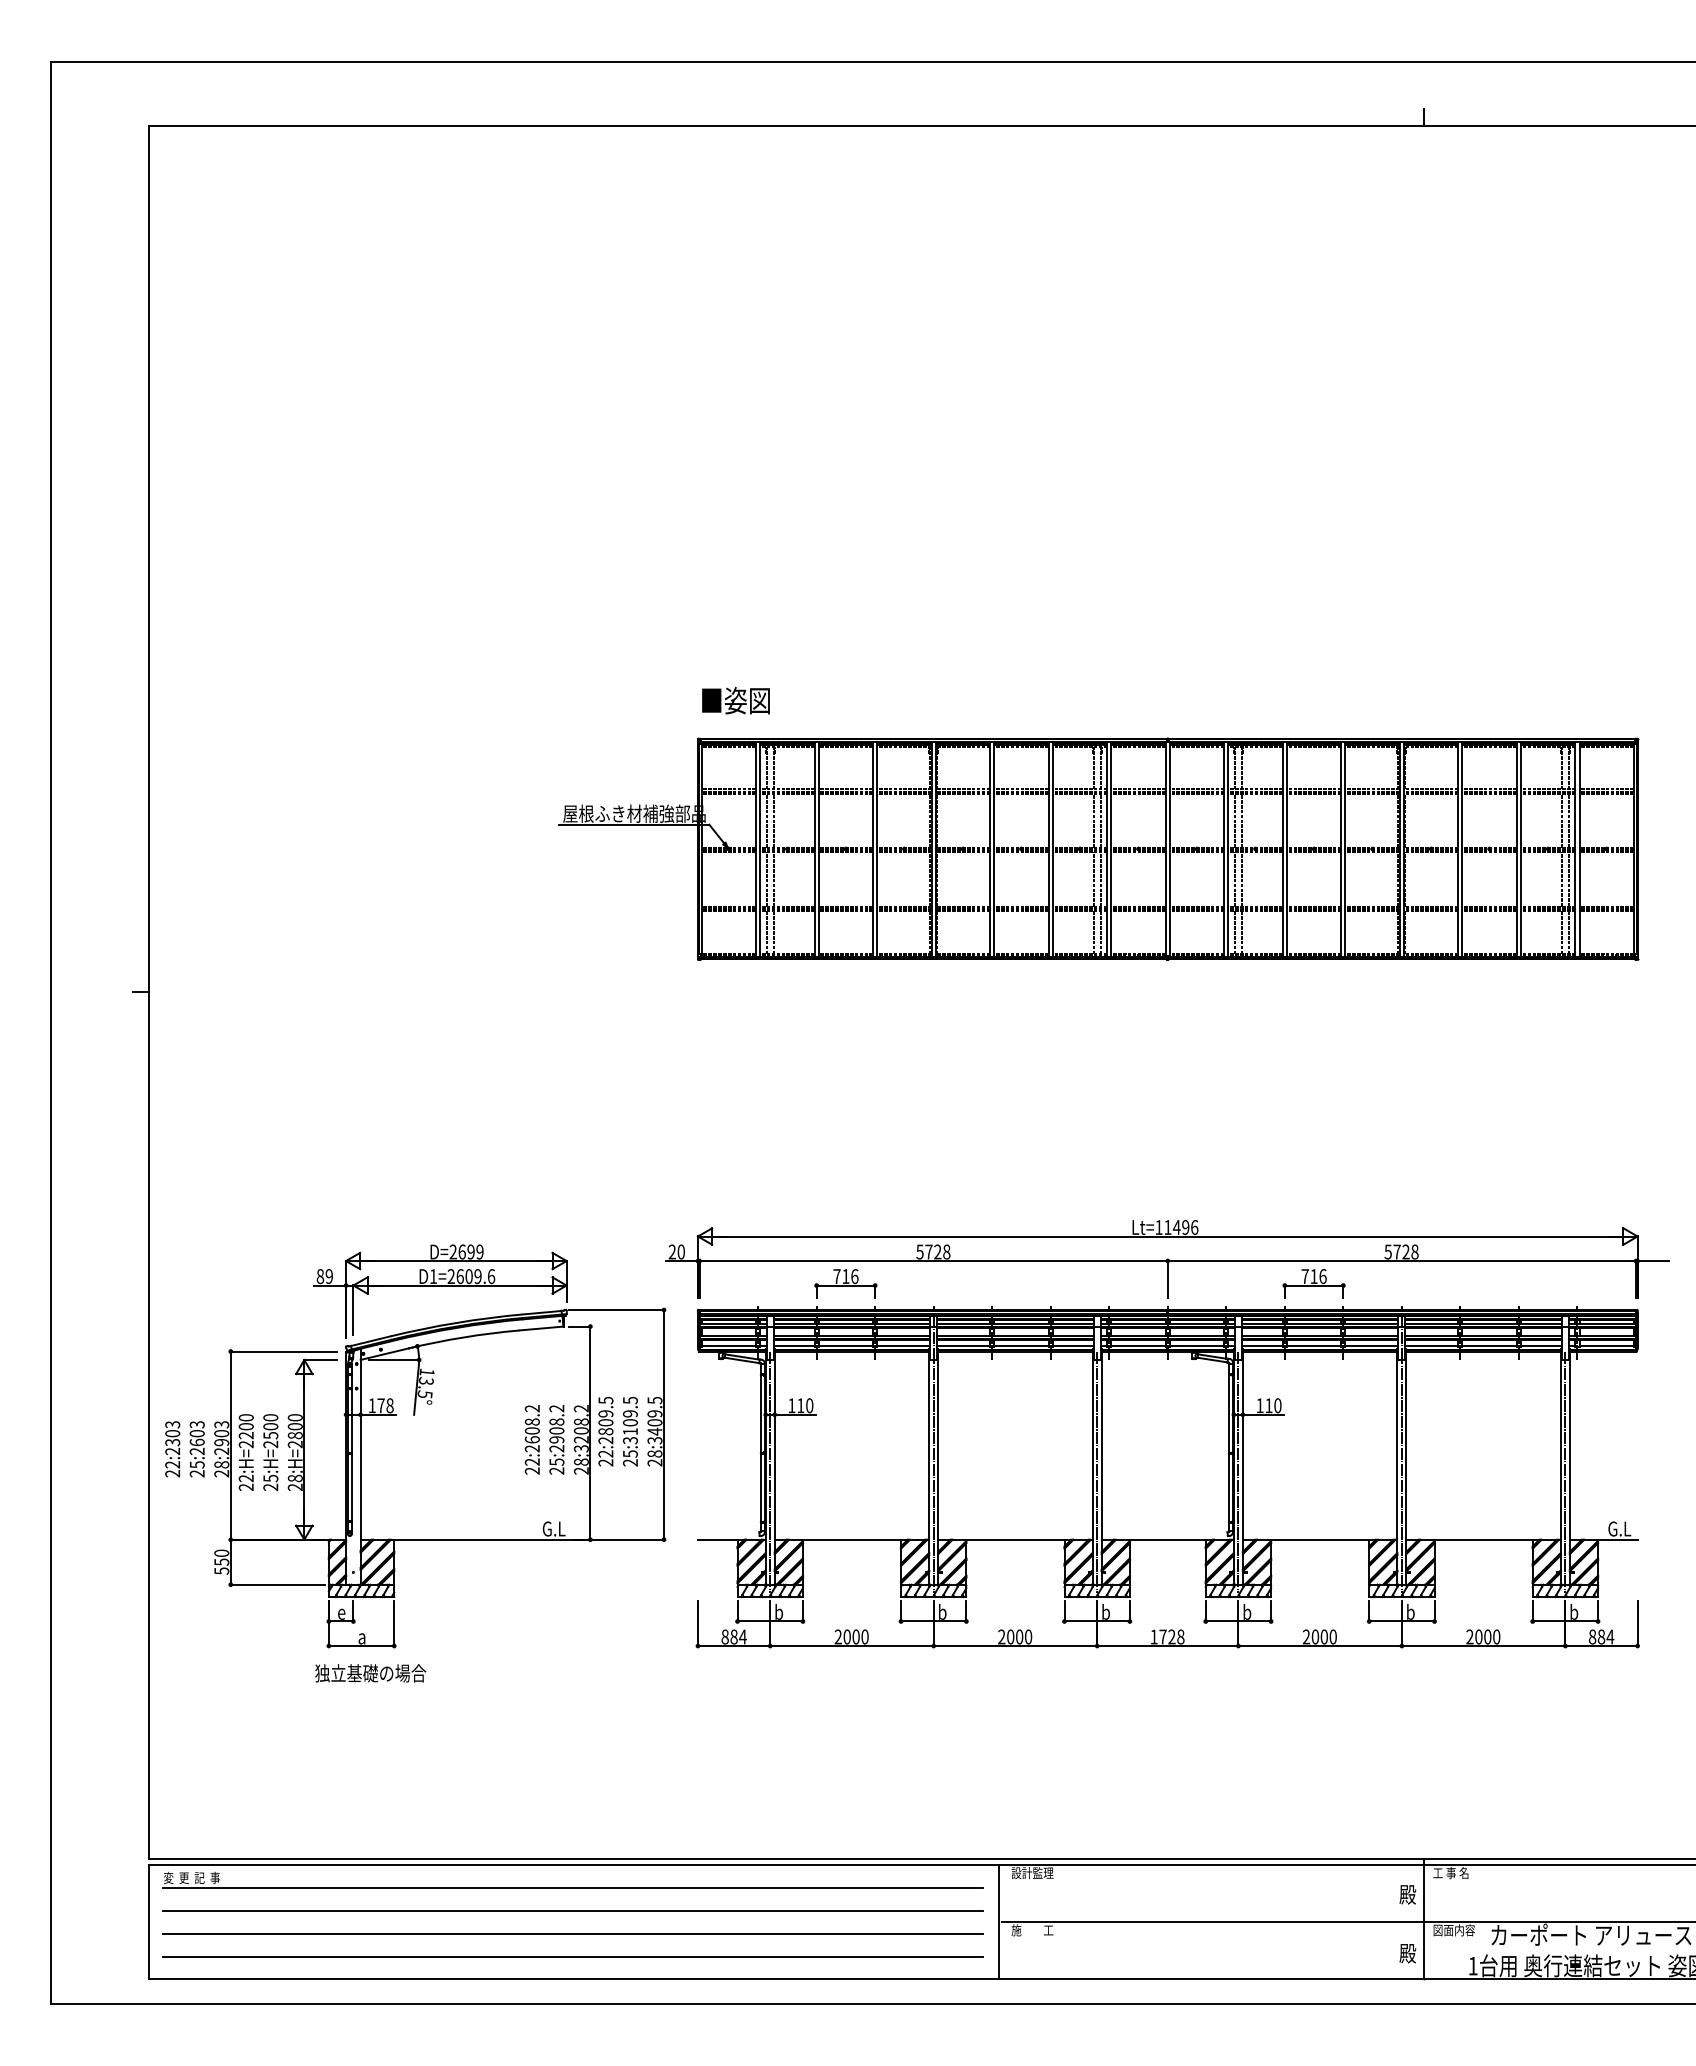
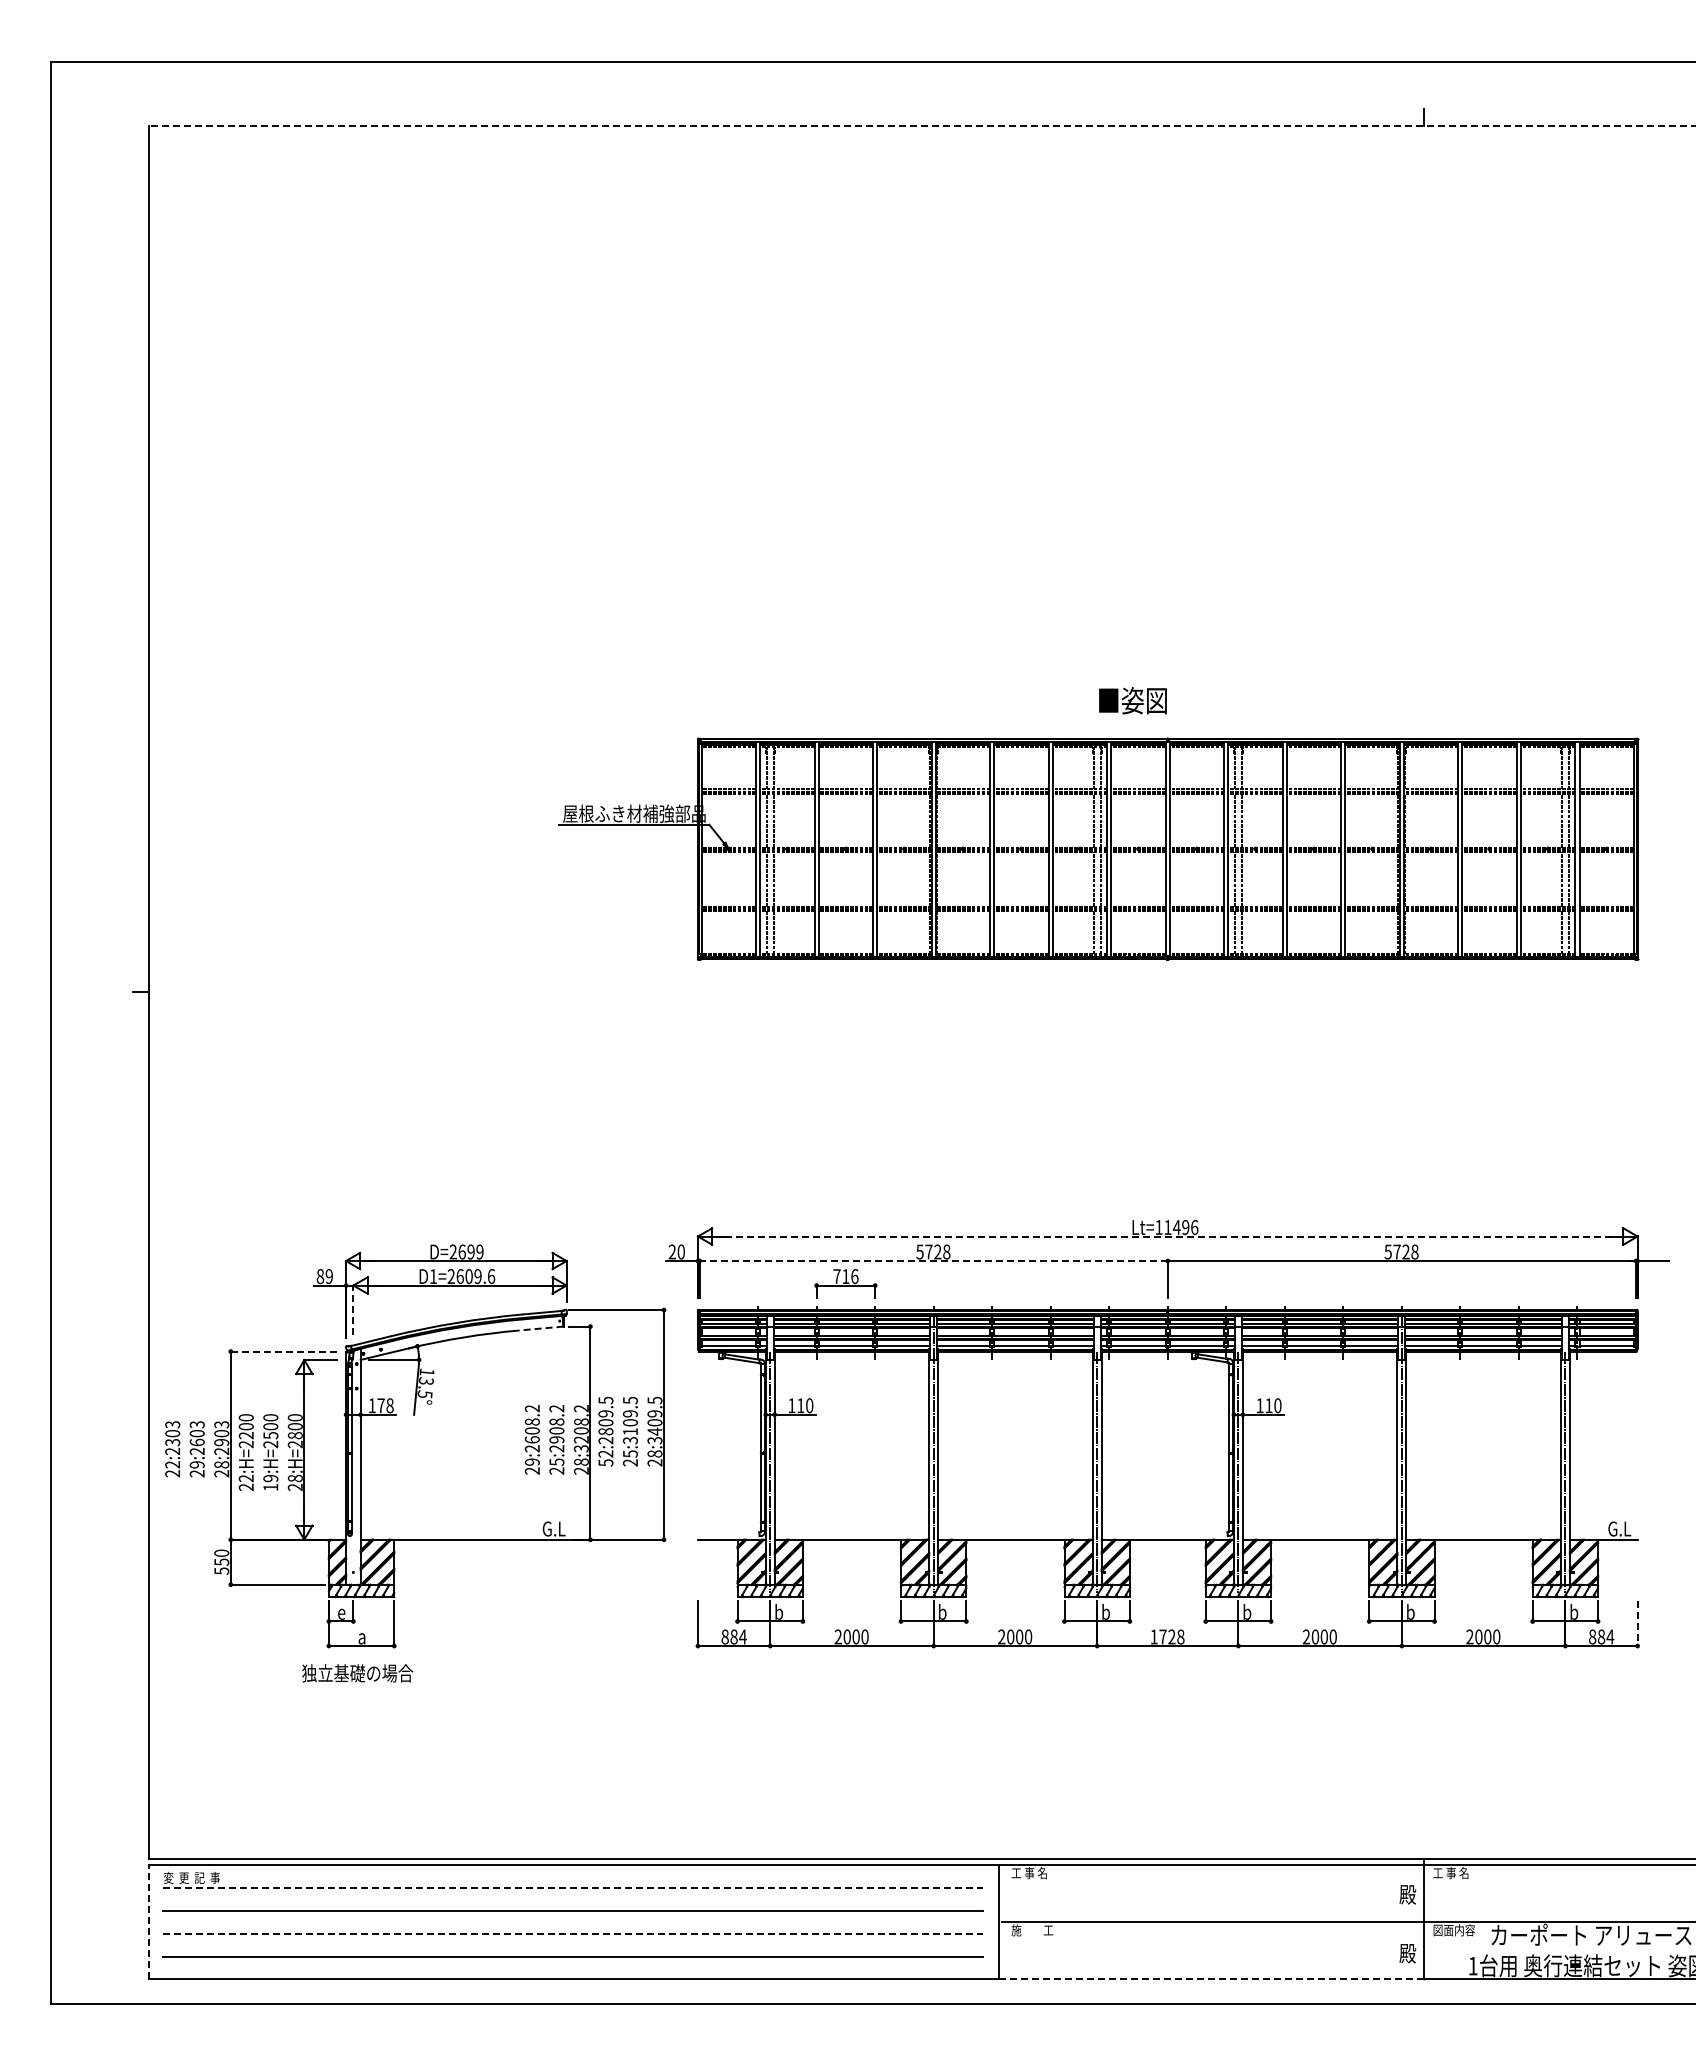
line at (921, 125): solid -> dashed
text at (735, 700) position: (735, 700) -> (1132, 700)
line at (1168, 1236): solid -> dashed
line at (933, 1261): solid -> dashed
part at (1313, 1283): present -> none
line at (353, 1310): solid -> dashed
line at (541, 1328): solid -> dashed
line at (283, 1351): solid -> dashed
text at (532, 1461): 22:2608.2 -> 29:2608.2
text at (605, 1462): 22:2809.5 -> 52:2809.5
text at (196, 1464): 25:2603 -> 29:2603
text at (270, 1482): 25:H=2500 -> 19:H=2500
line at (1637, 1623): solid -> dashed
text at (370, 1673) position: (370, 1673) -> (357, 1673)
text at (1032, 1873): 設計監理 -> 工 事 名
line at (572, 1887): solid -> dashed
line at (149, 1921): solid -> dashed
line at (572, 1933): solid -> dashed
line at (1211, 1979): solid -> dashed
